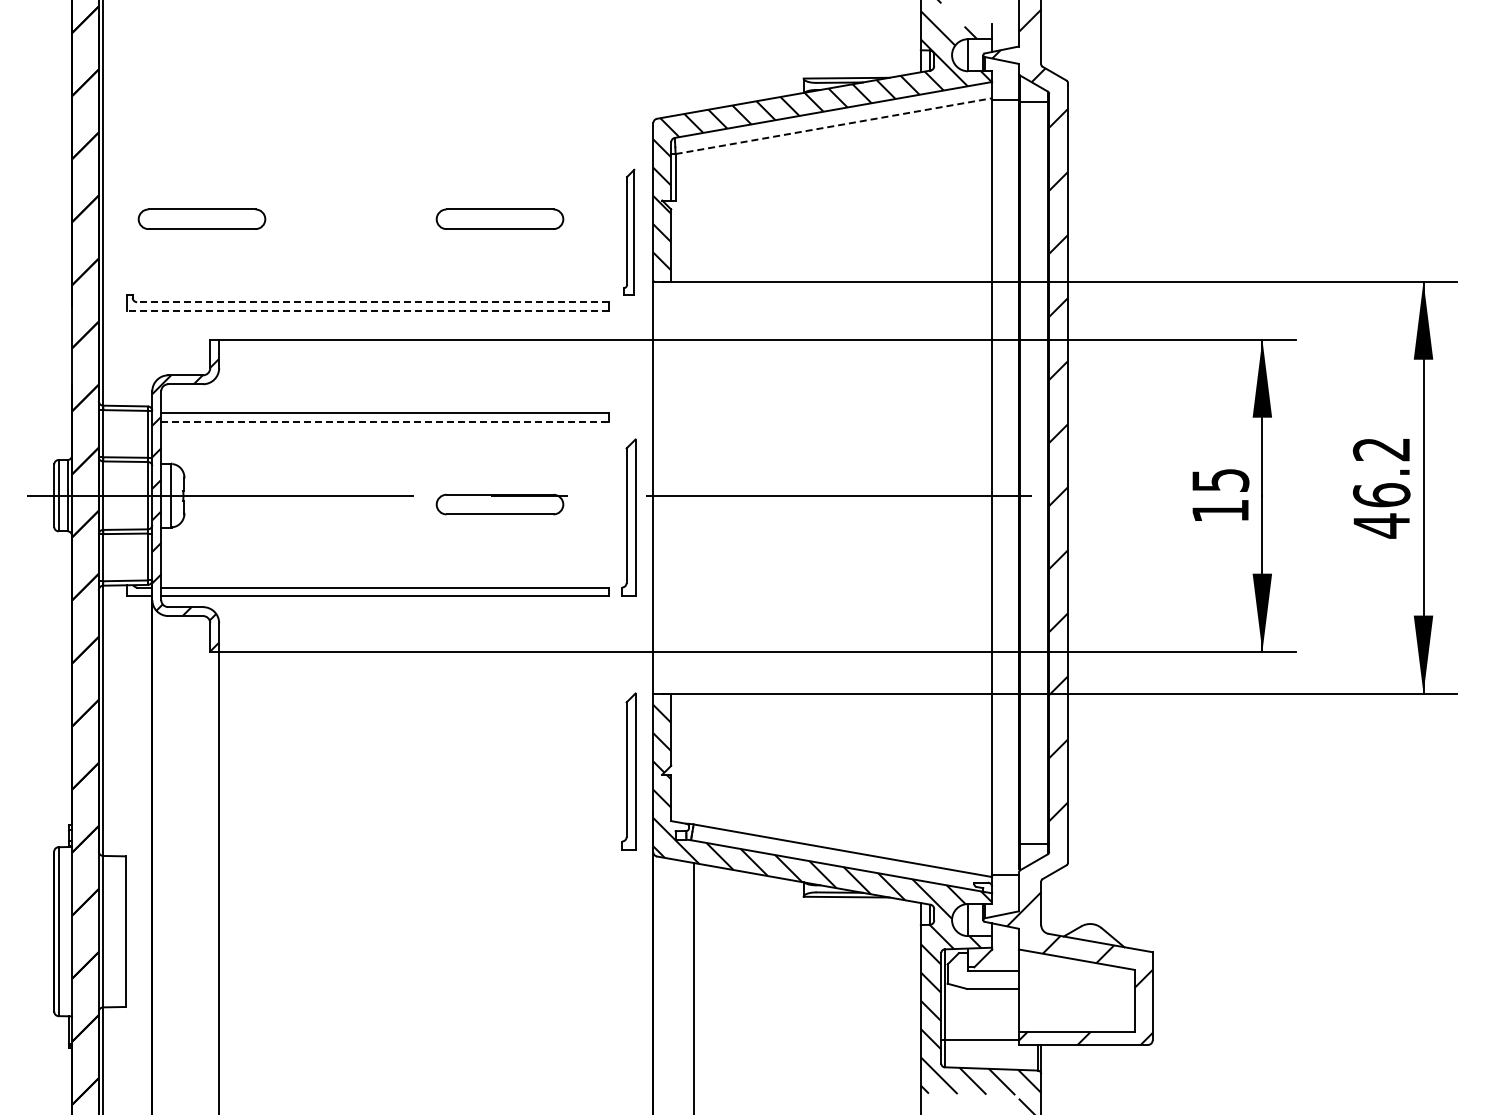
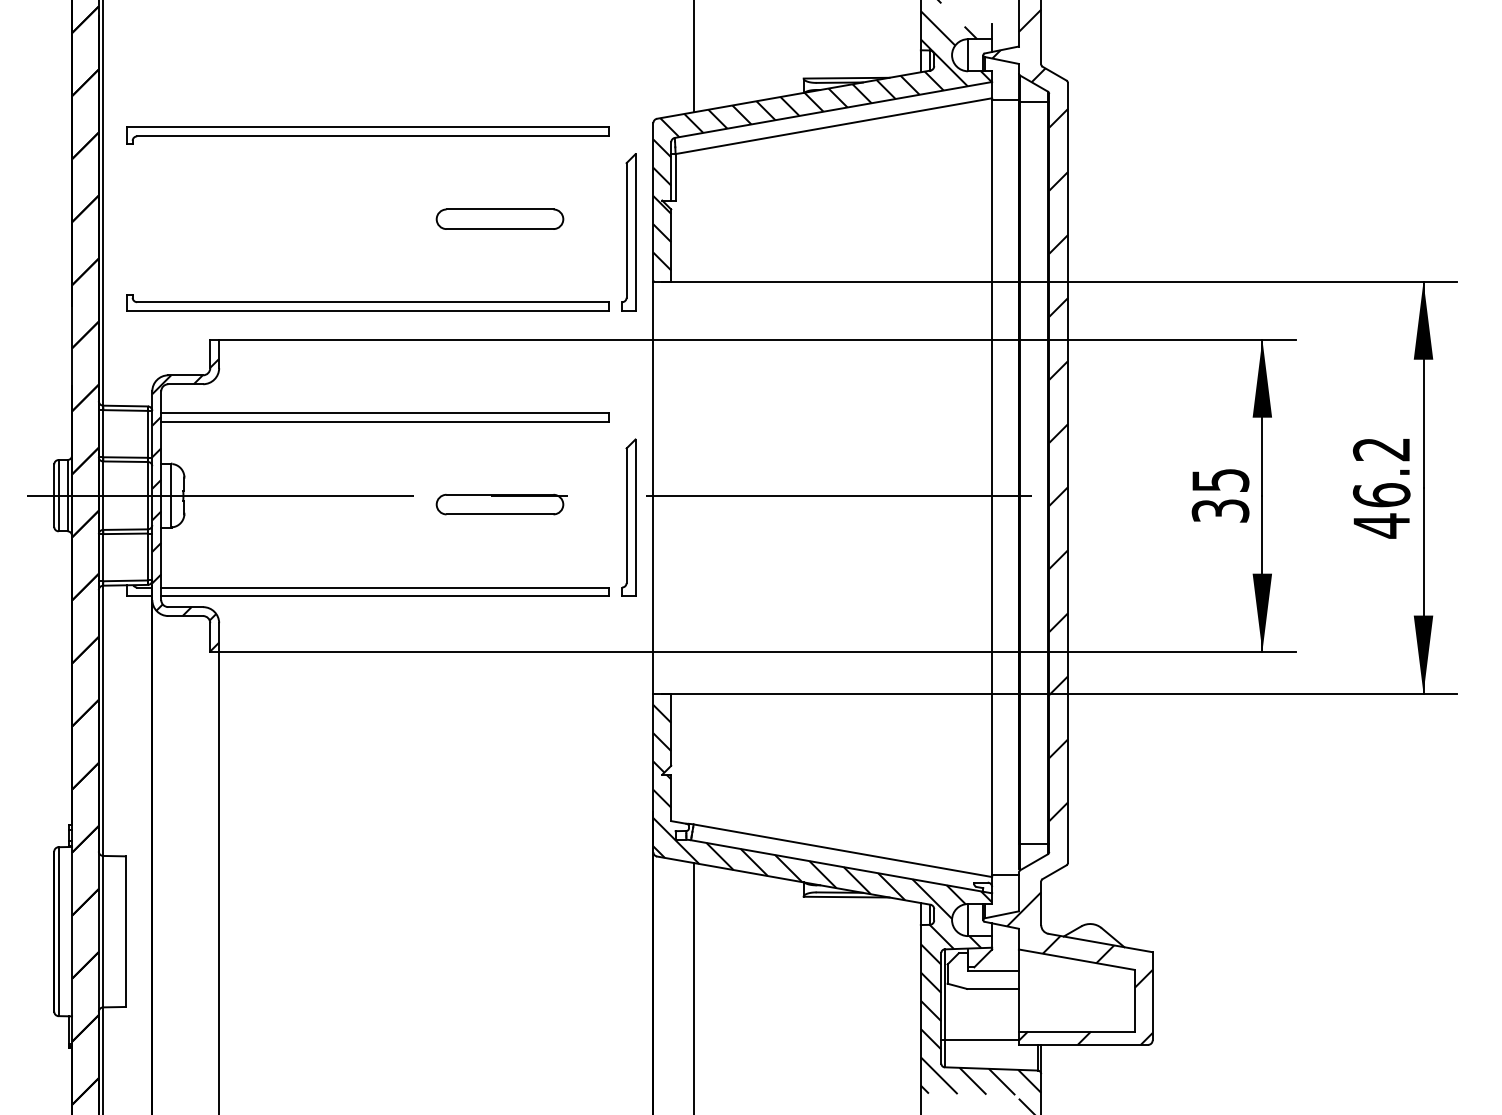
line at (693, 57): none -> present
line at (833, 126): dashed -> solid
part at (367, 135): none -> present
part at (201, 218): present -> none
part at (629, 231) size: 13x128 px -> 16x159 px
line at (372, 302): dashed -> solid
line at (368, 311): dashed -> solid
line at (385, 421): dashed -> solid
text at (1220, 510): 15 -> 35
part at (628, 771): present -> none
